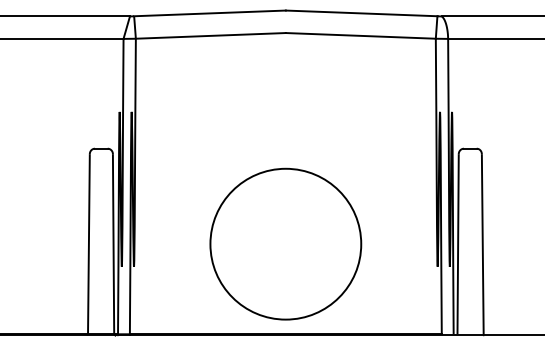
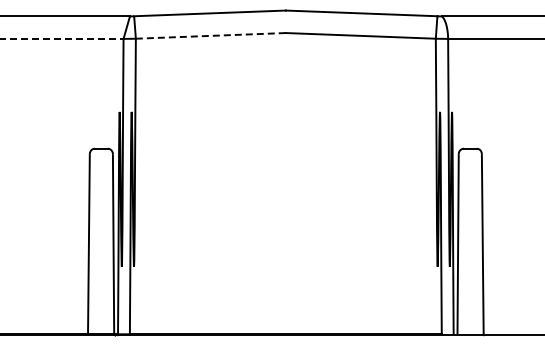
line at (211, 35): solid -> dashed
line at (62, 38): solid -> dashed
circle at (285, 243): present -> none
